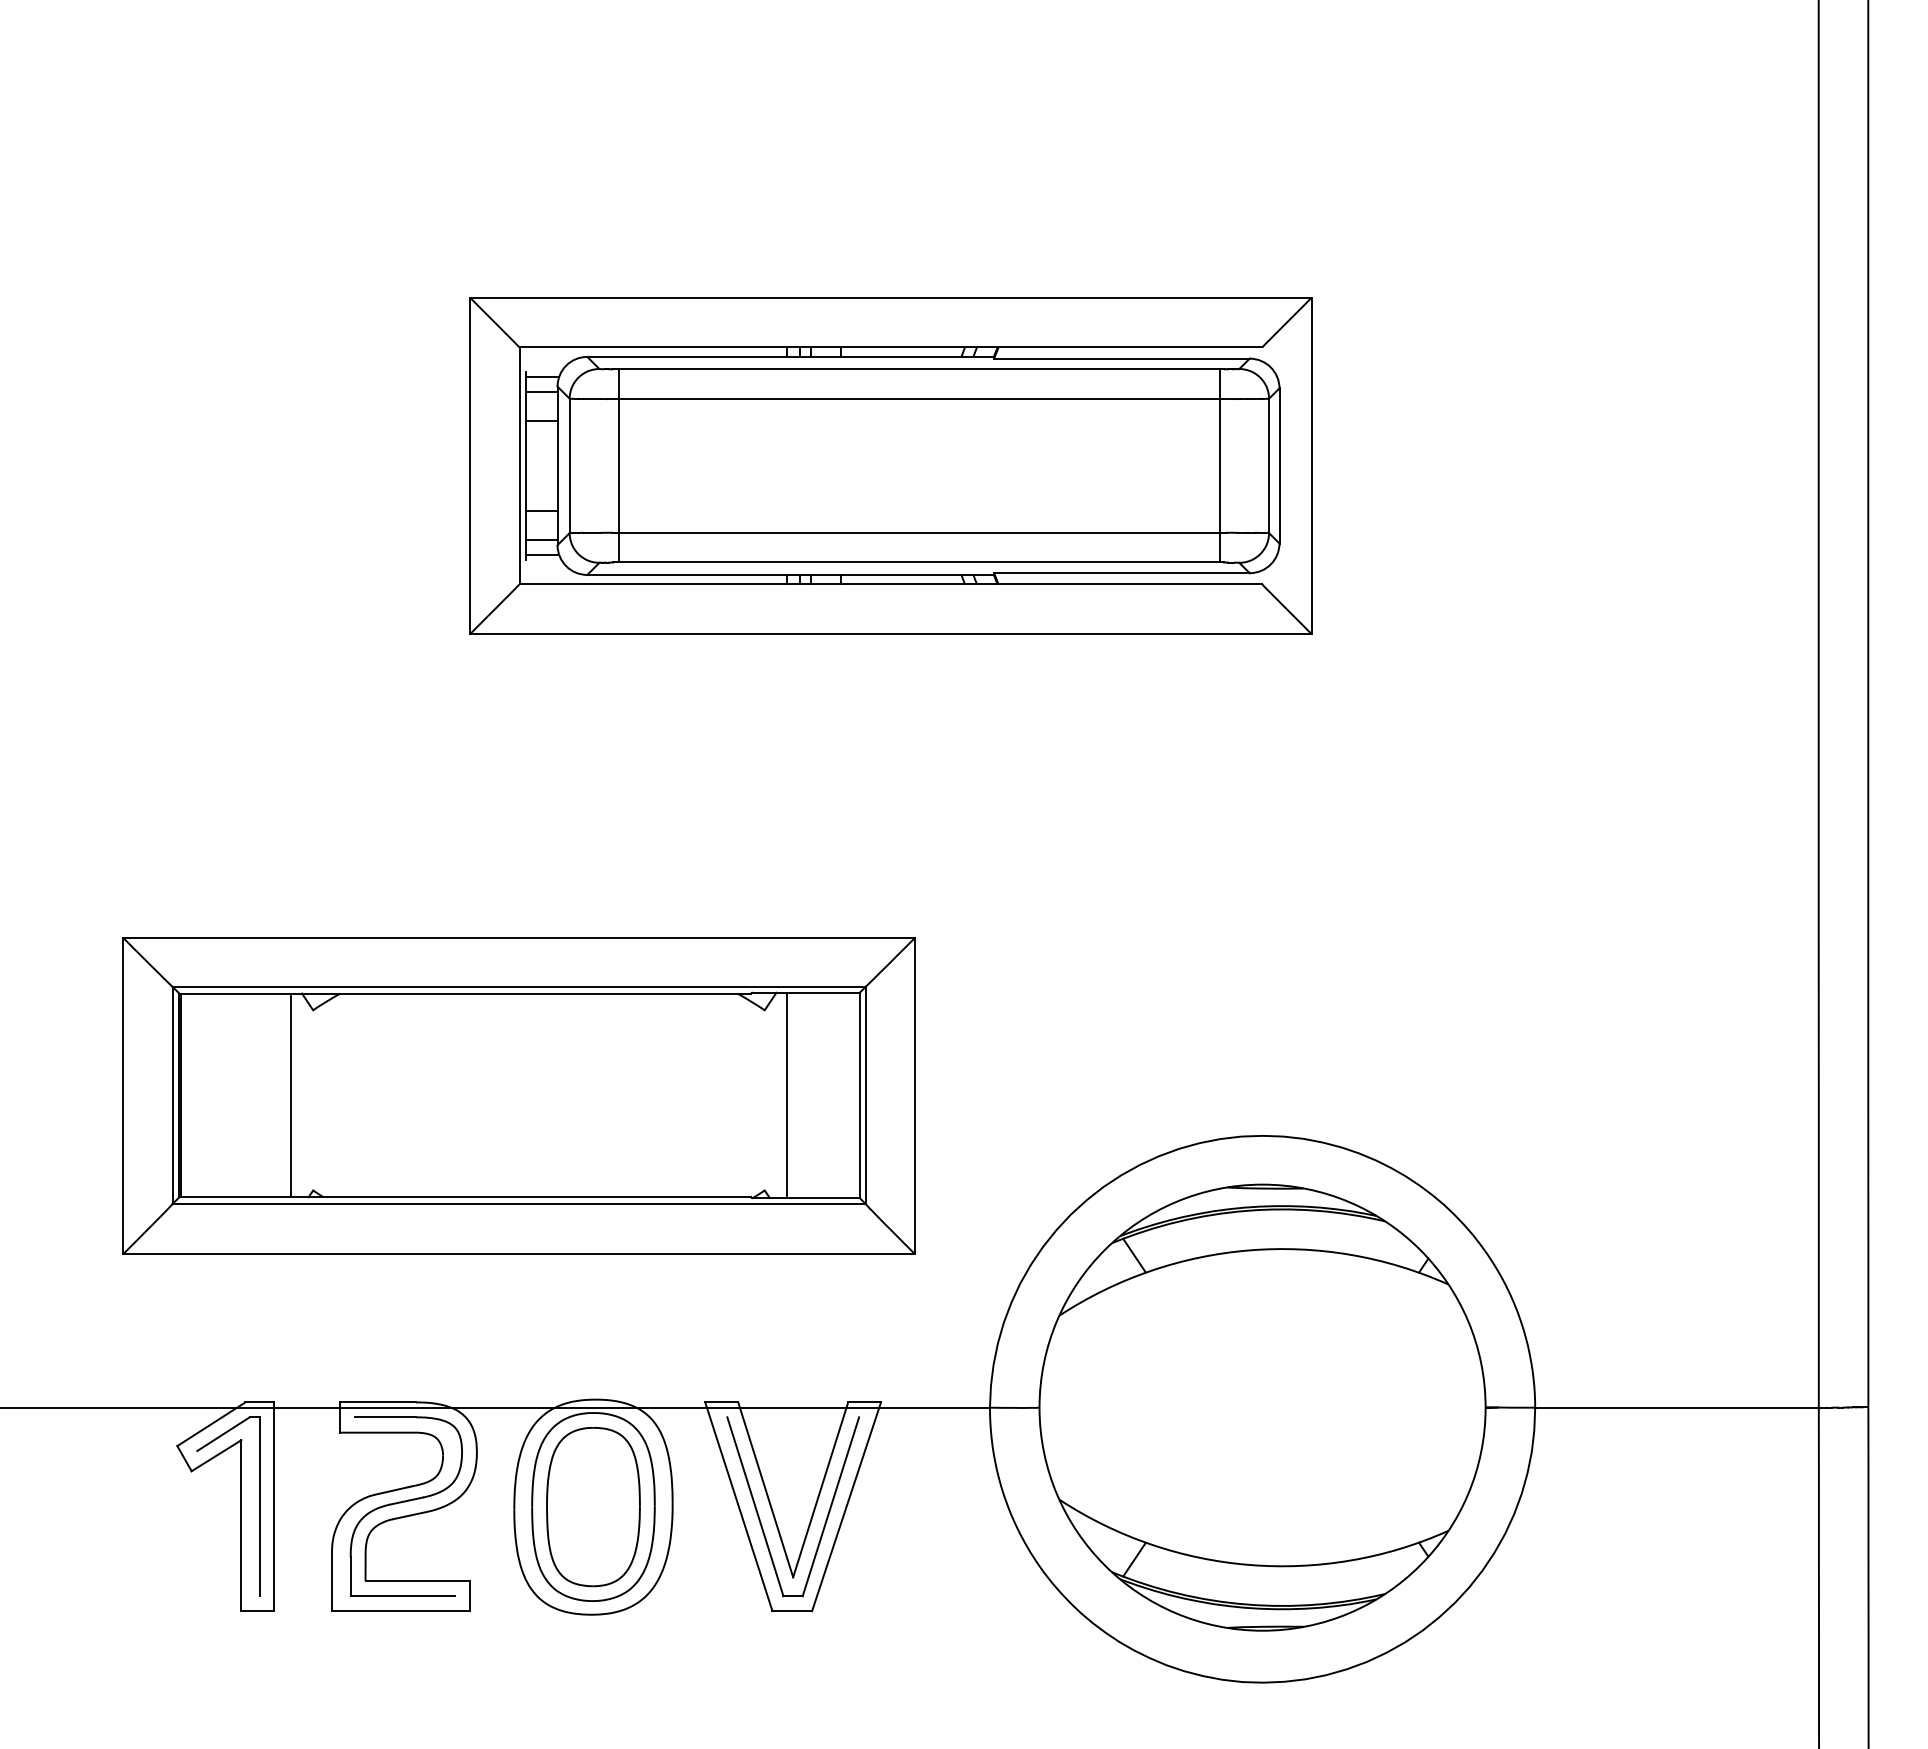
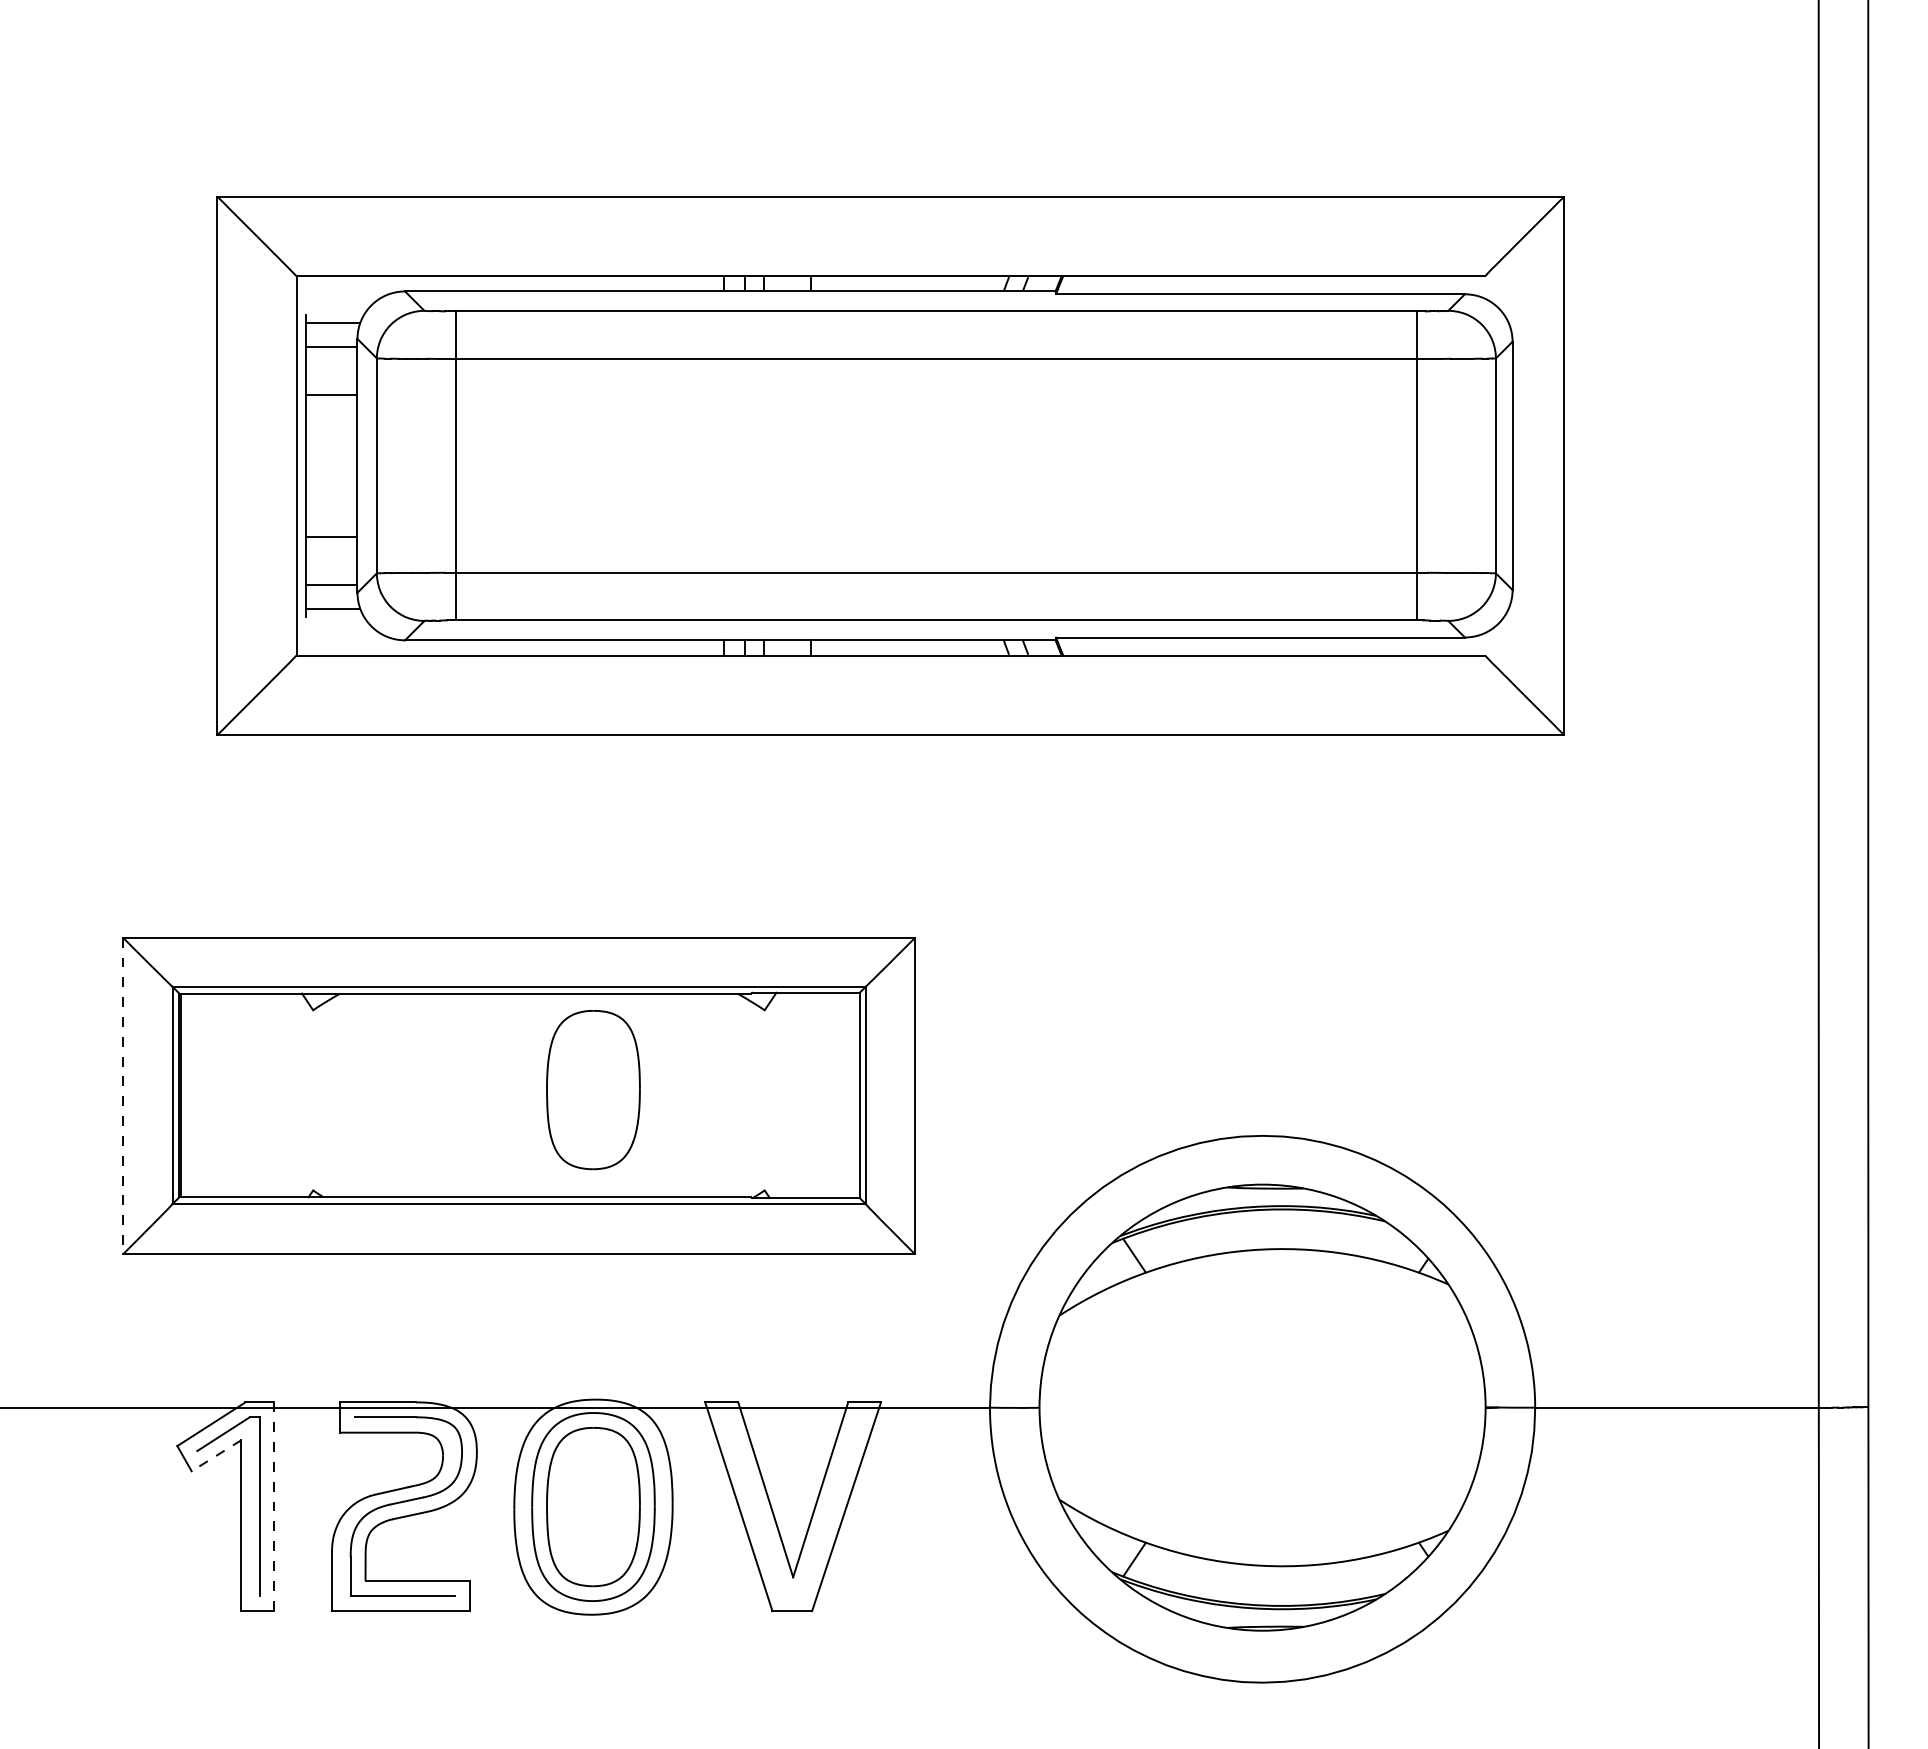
part at (890, 465) size: 844x338 px -> 1349x540 px
part at (593, 1090): none -> present
line at (291, 1095): present -> none
line at (786, 1095): present -> none
line at (123, 1096): solid -> dashed
line at (216, 1455): solid -> dashed
line at (274, 1507): solid -> dashed
part at (759, 1515): present -> none
